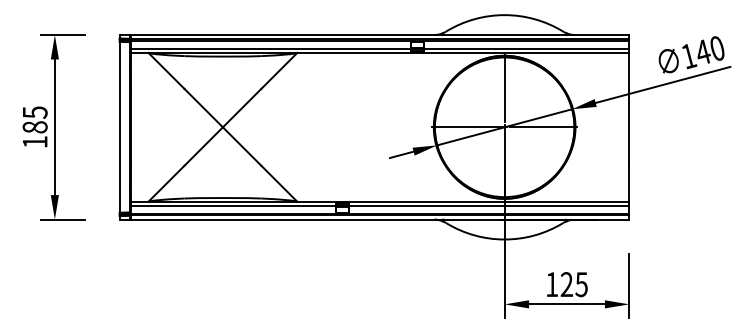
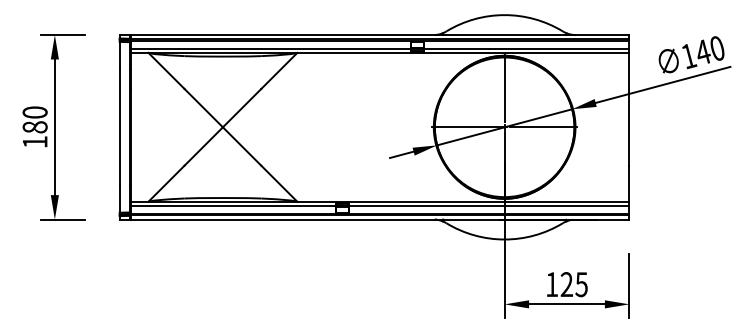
text at (34, 112): 185 -> 180
